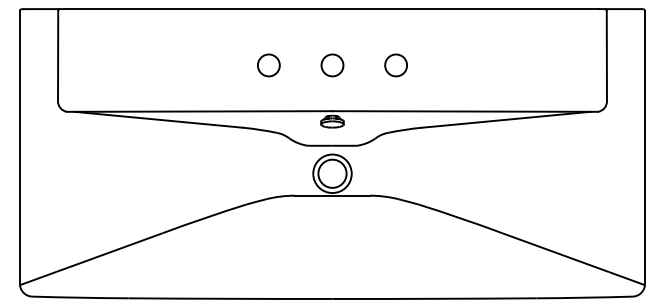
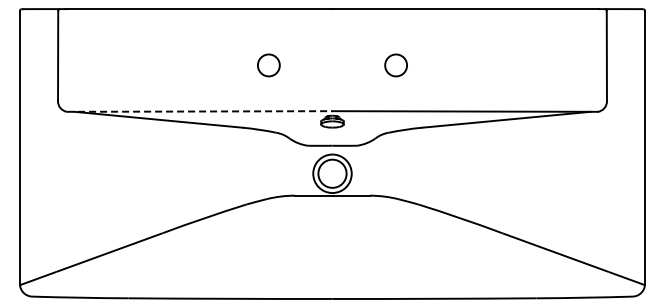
circle at (332, 65): present -> none
line at (199, 111): solid -> dashed
